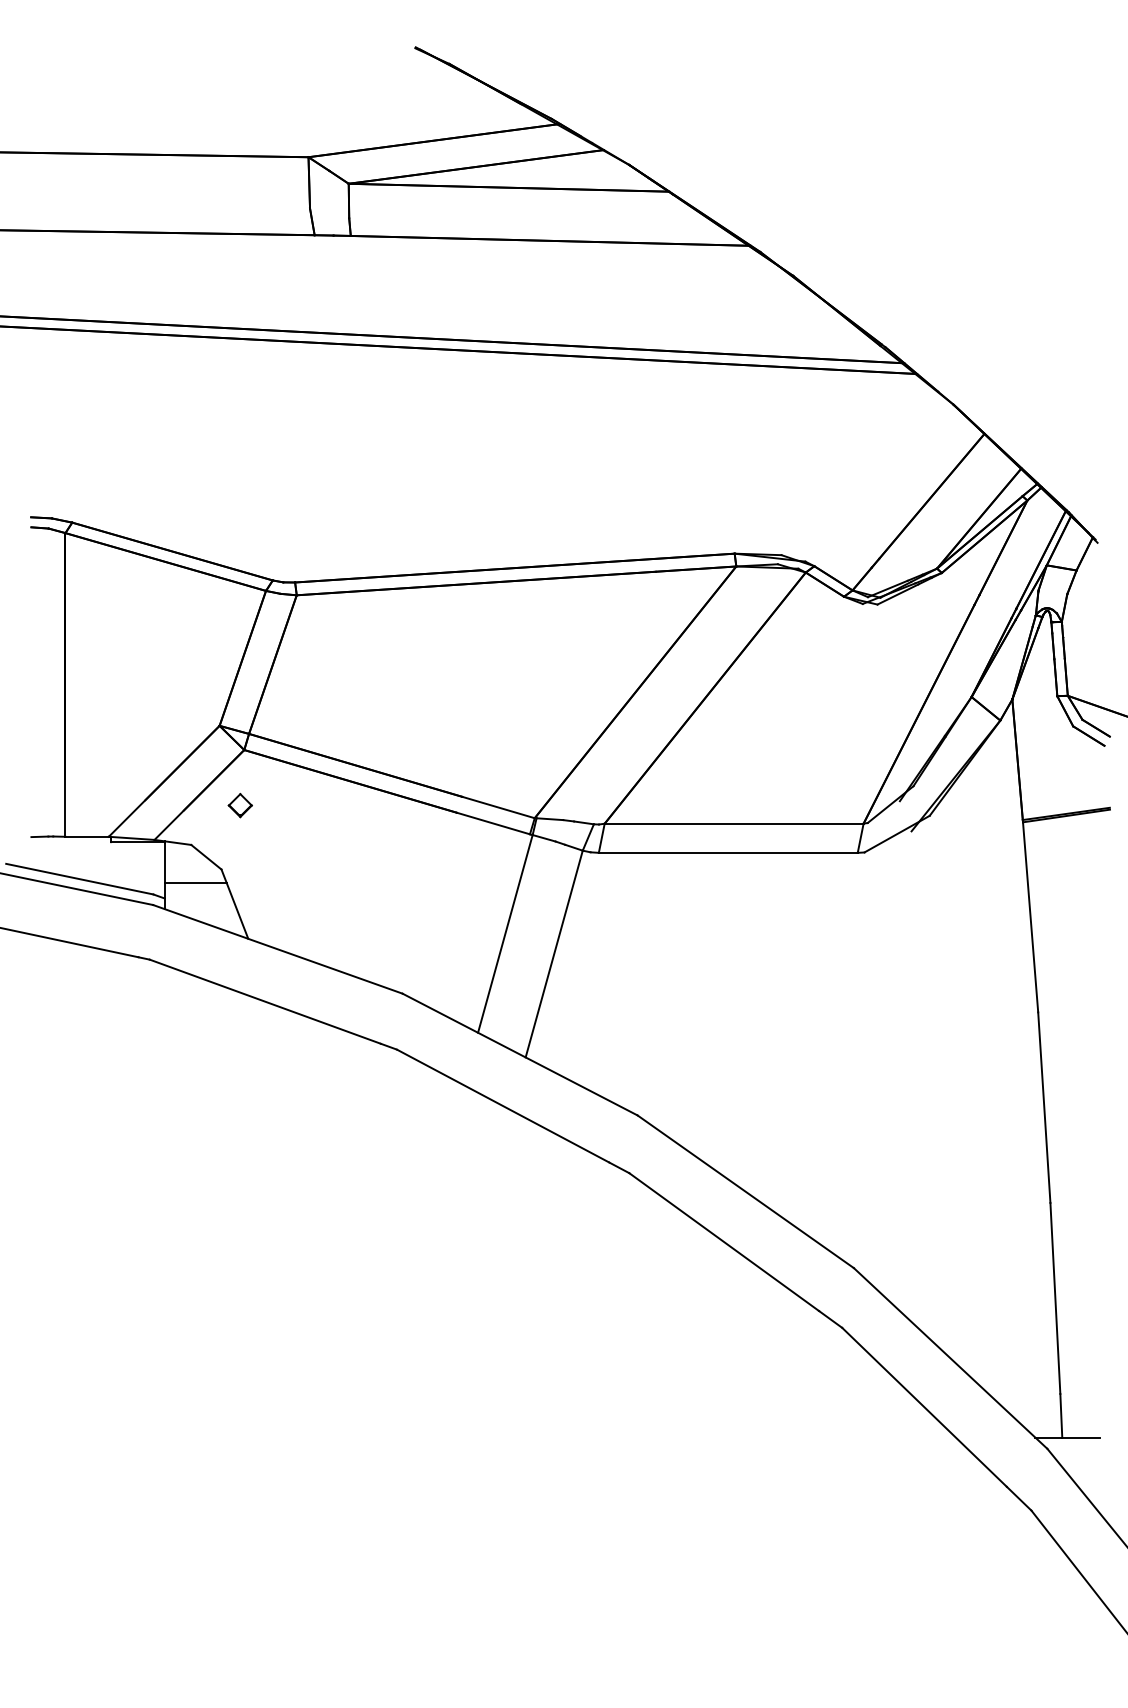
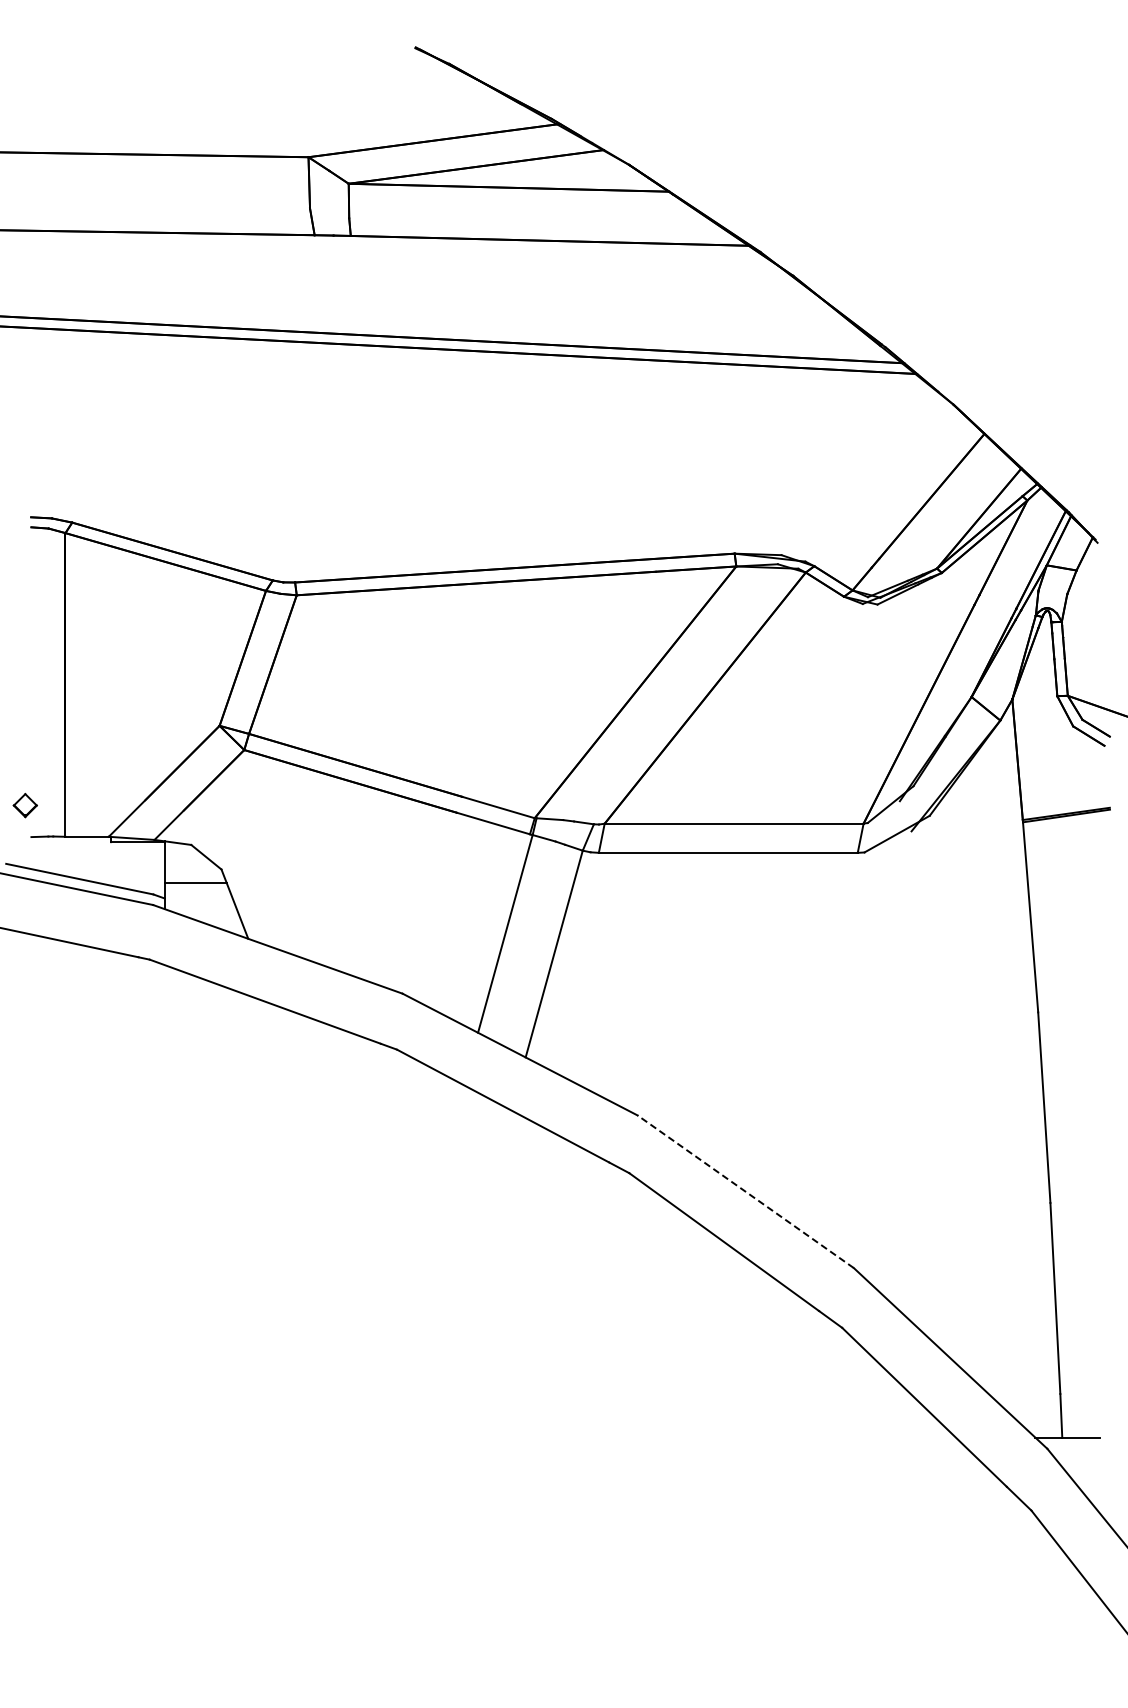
part at (239, 805) position: (239, 805) -> (24, 805)
line at (745, 1191): solid -> dashed
